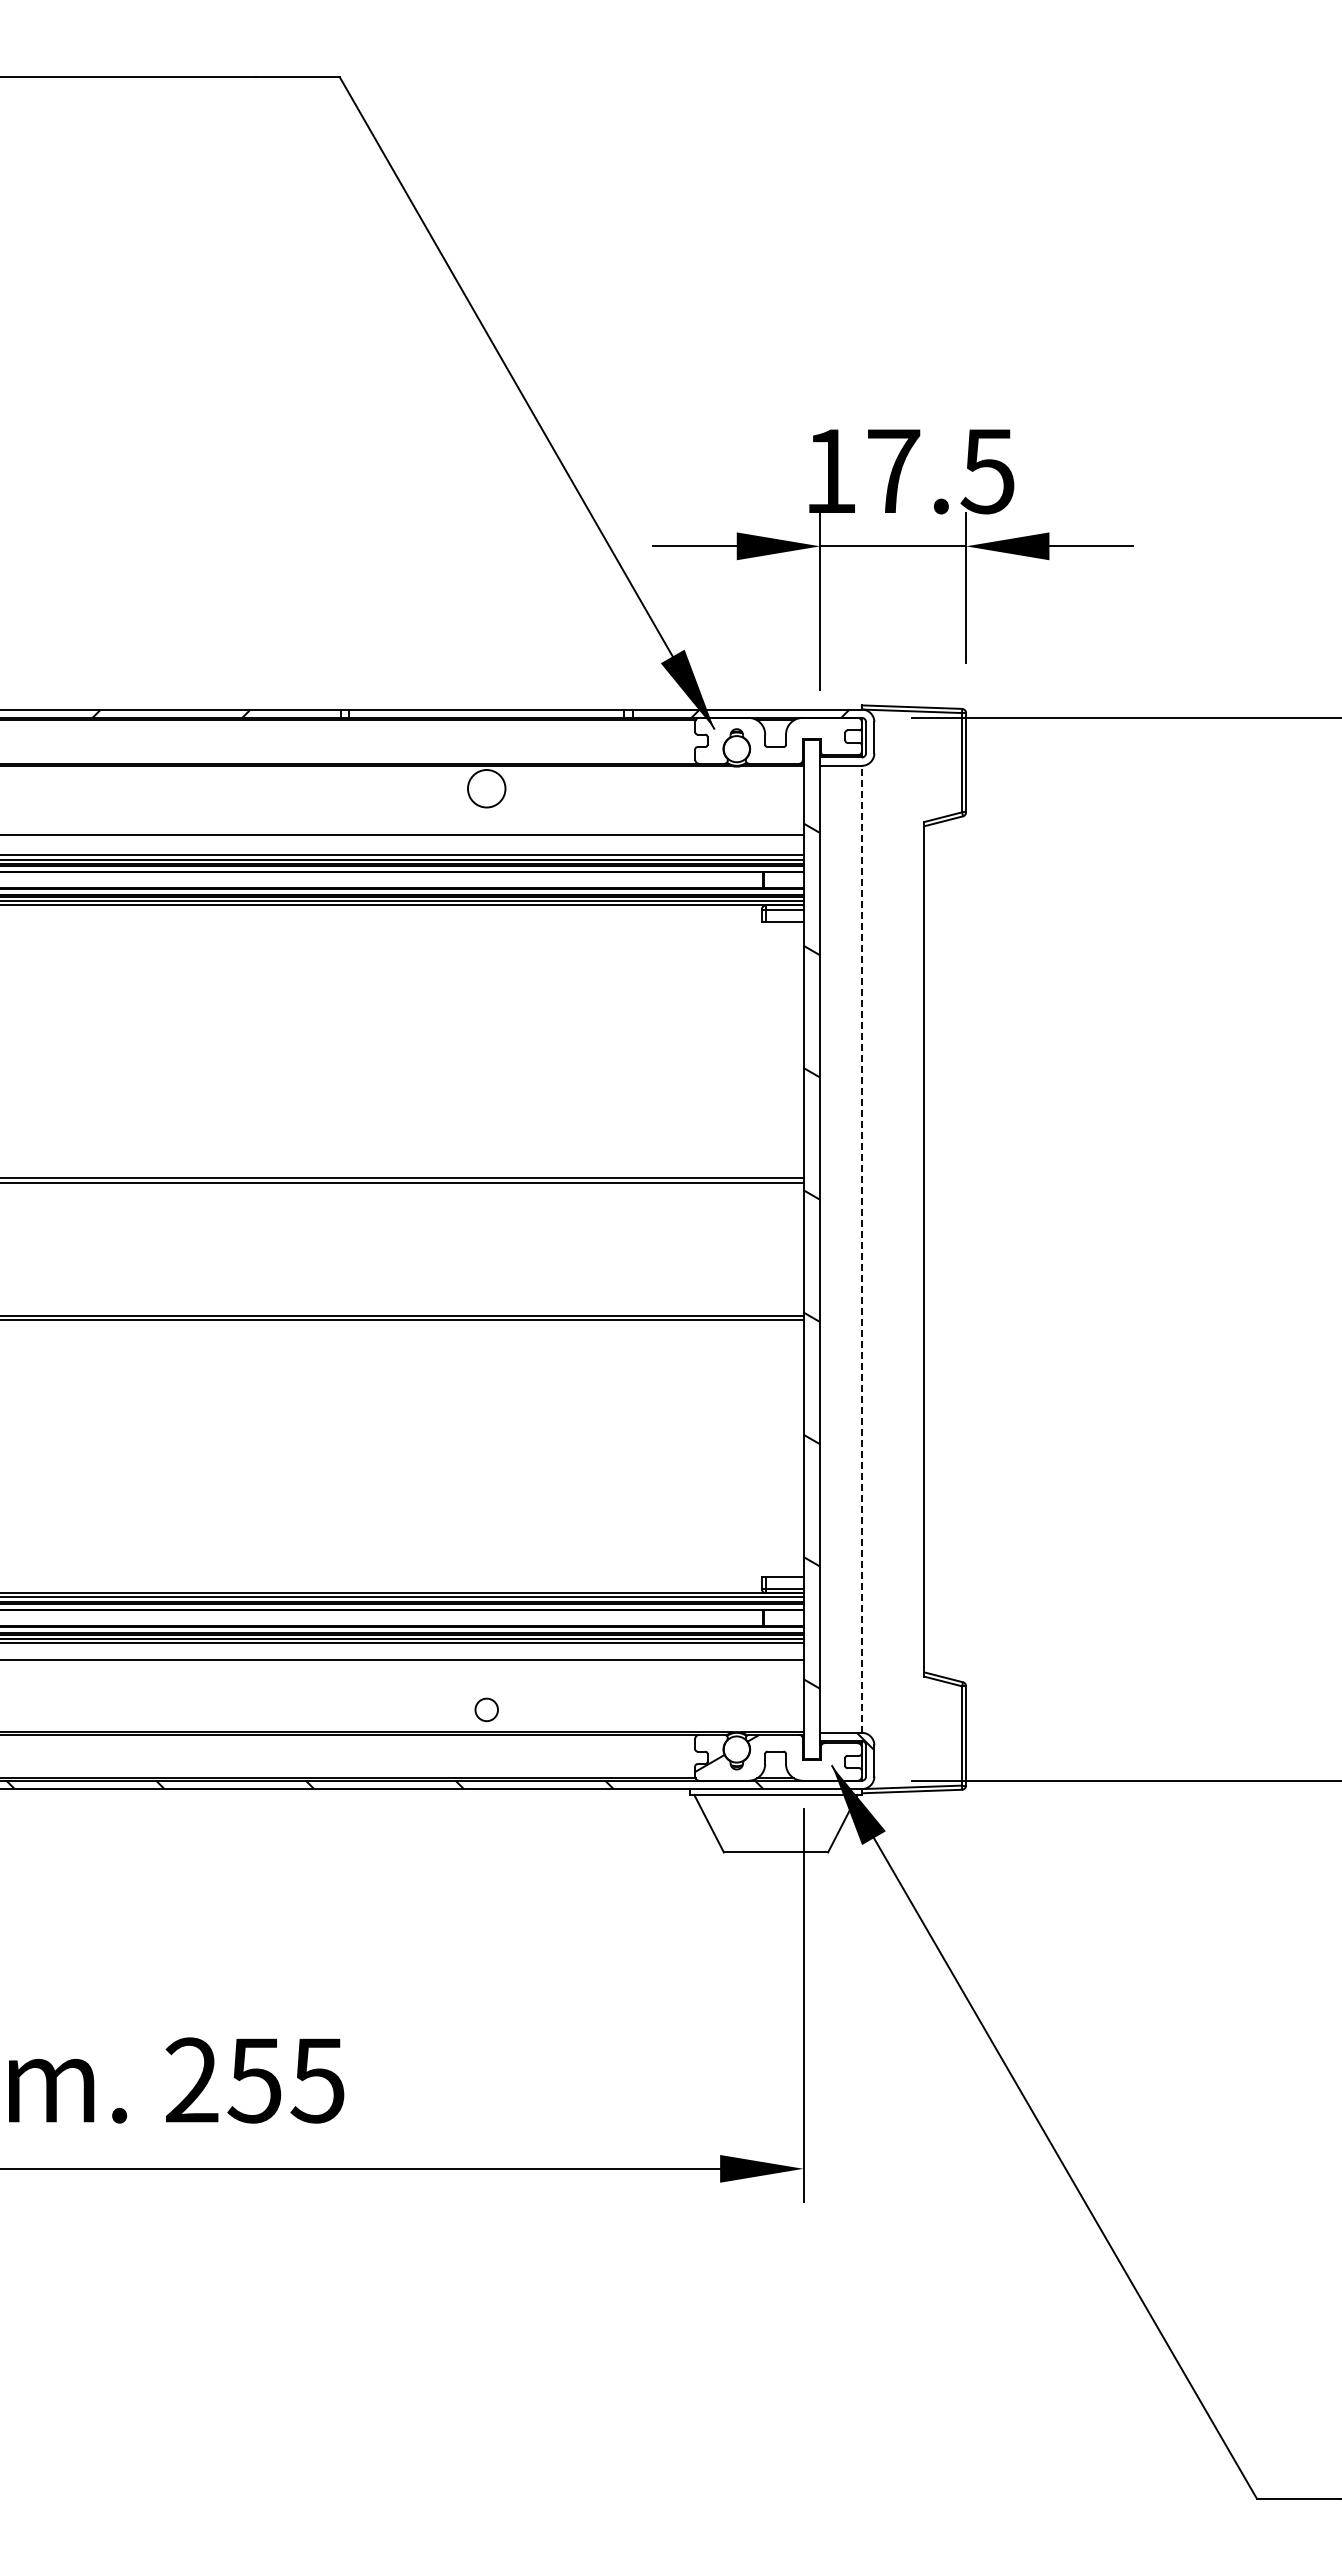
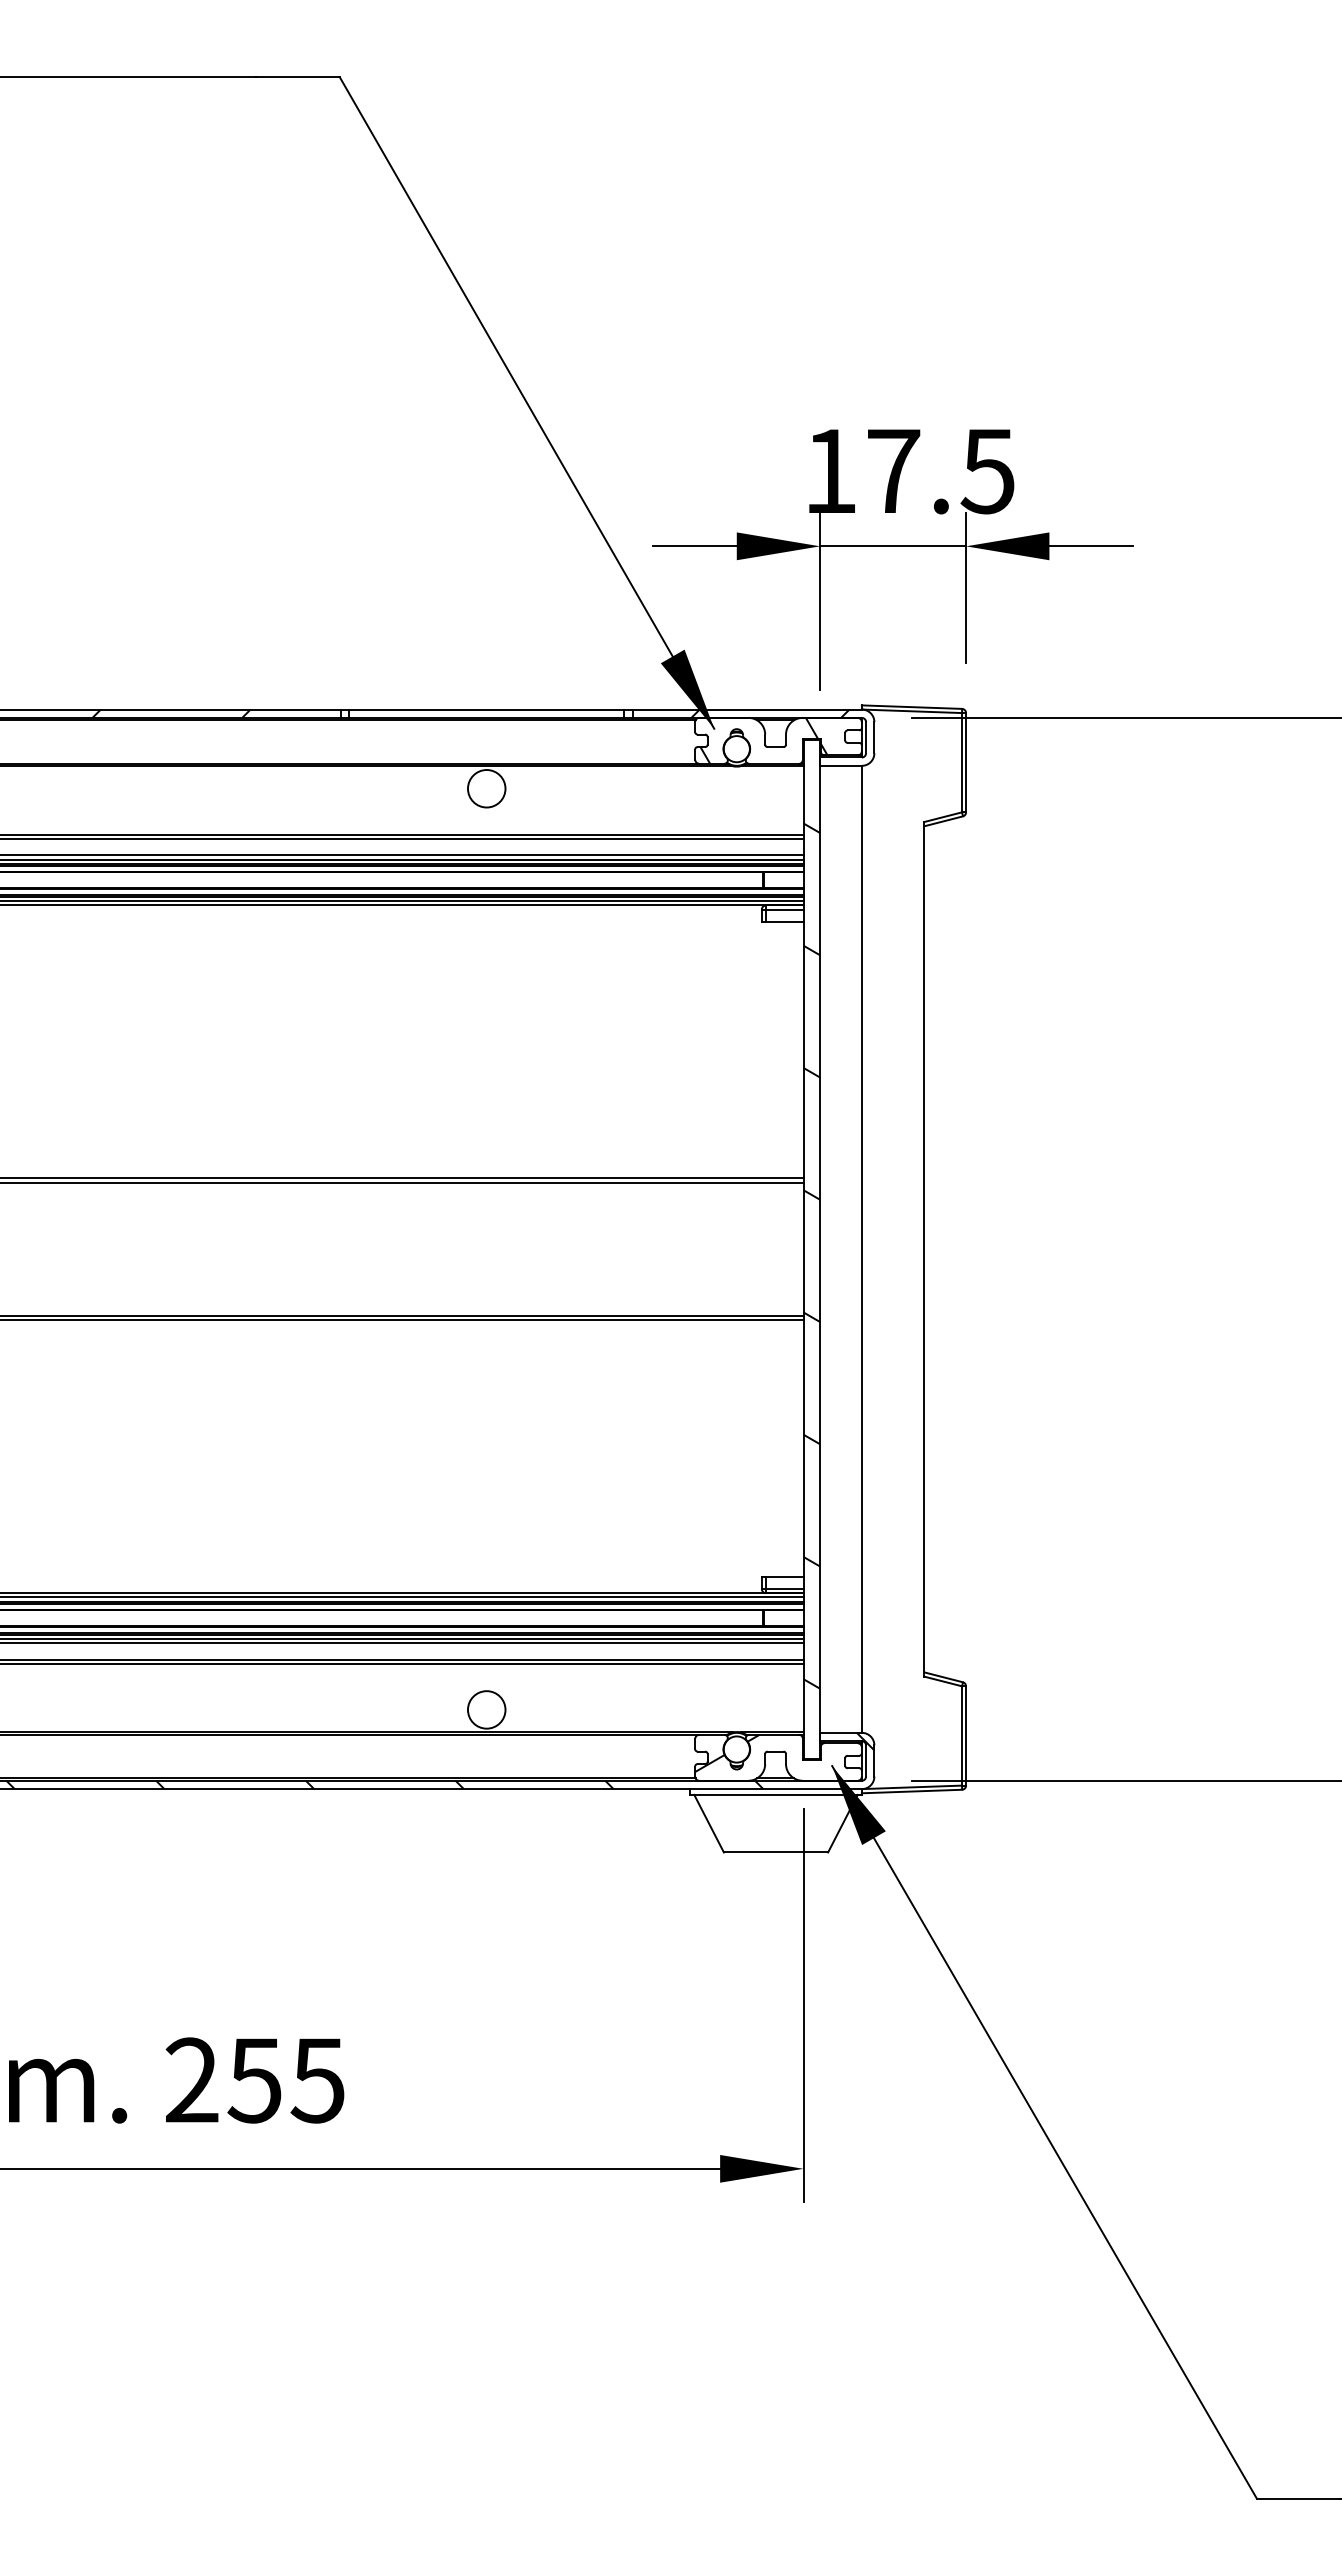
hatch at (763, 740): none -> present
line at (402, 838): none -> present
line at (861, 1249): dashed -> solid
line at (402, 1664): none -> present
circle at (486, 1709) diameter: 23 px -> 38 px
